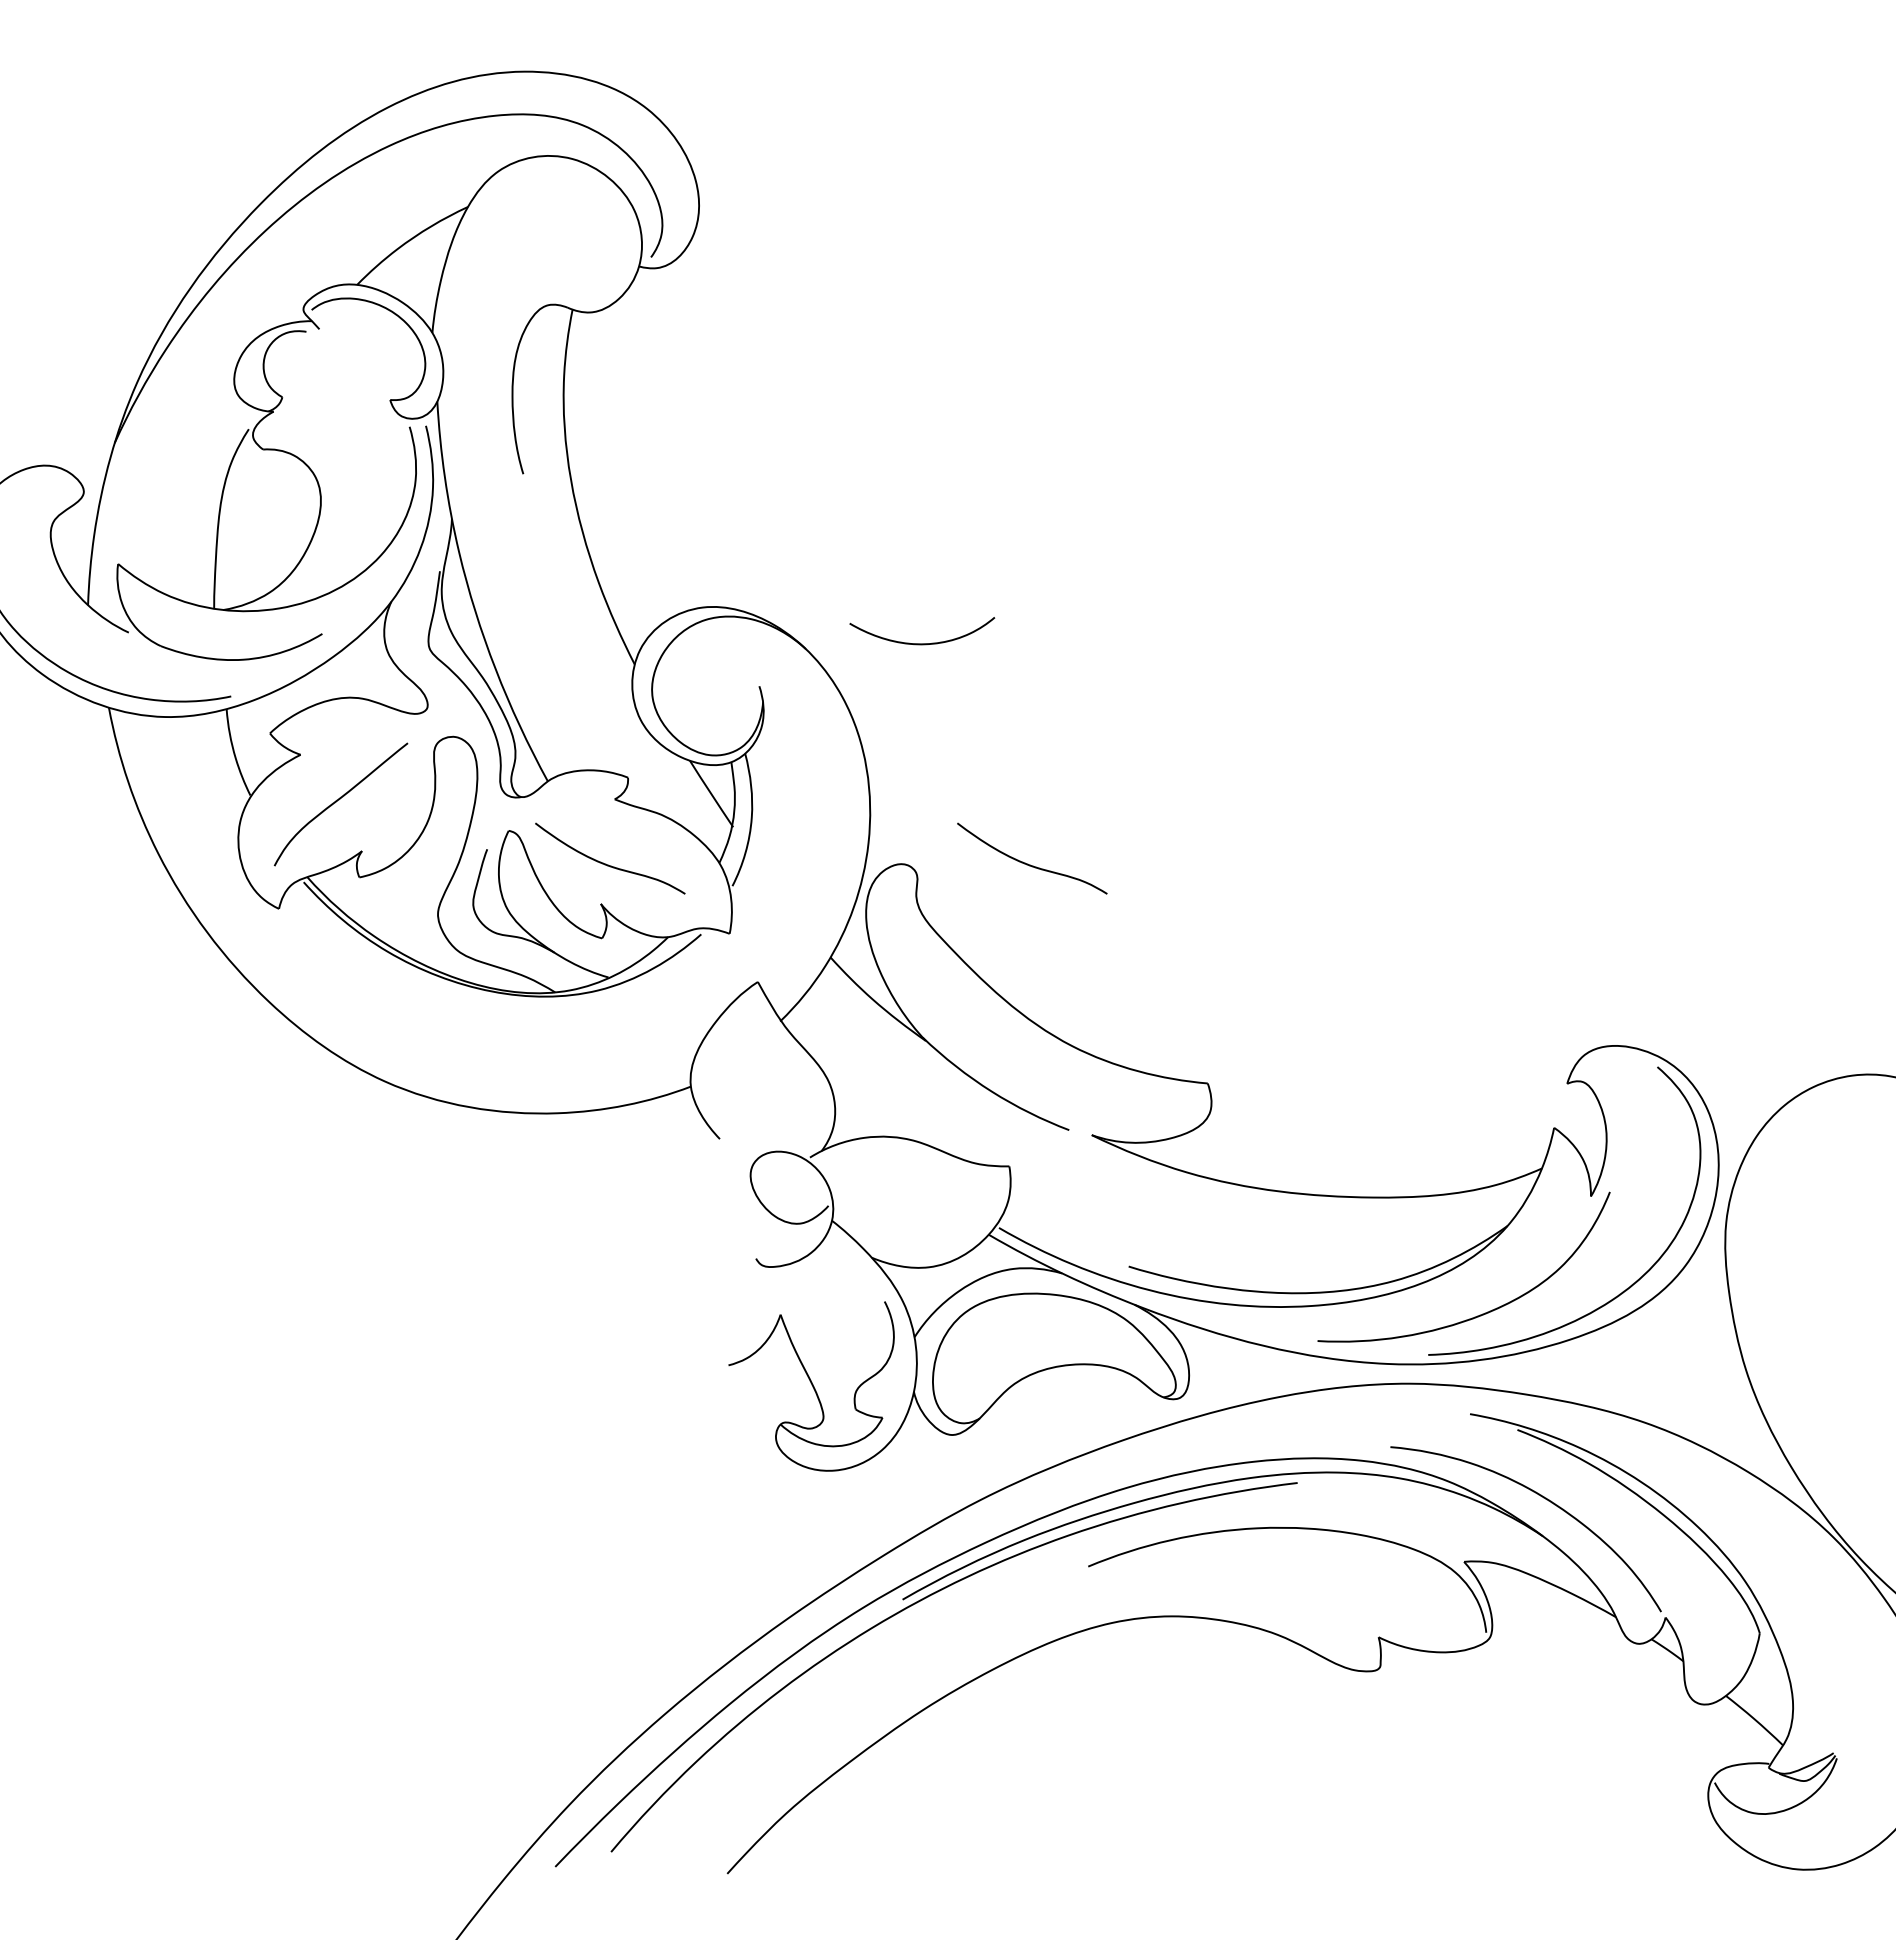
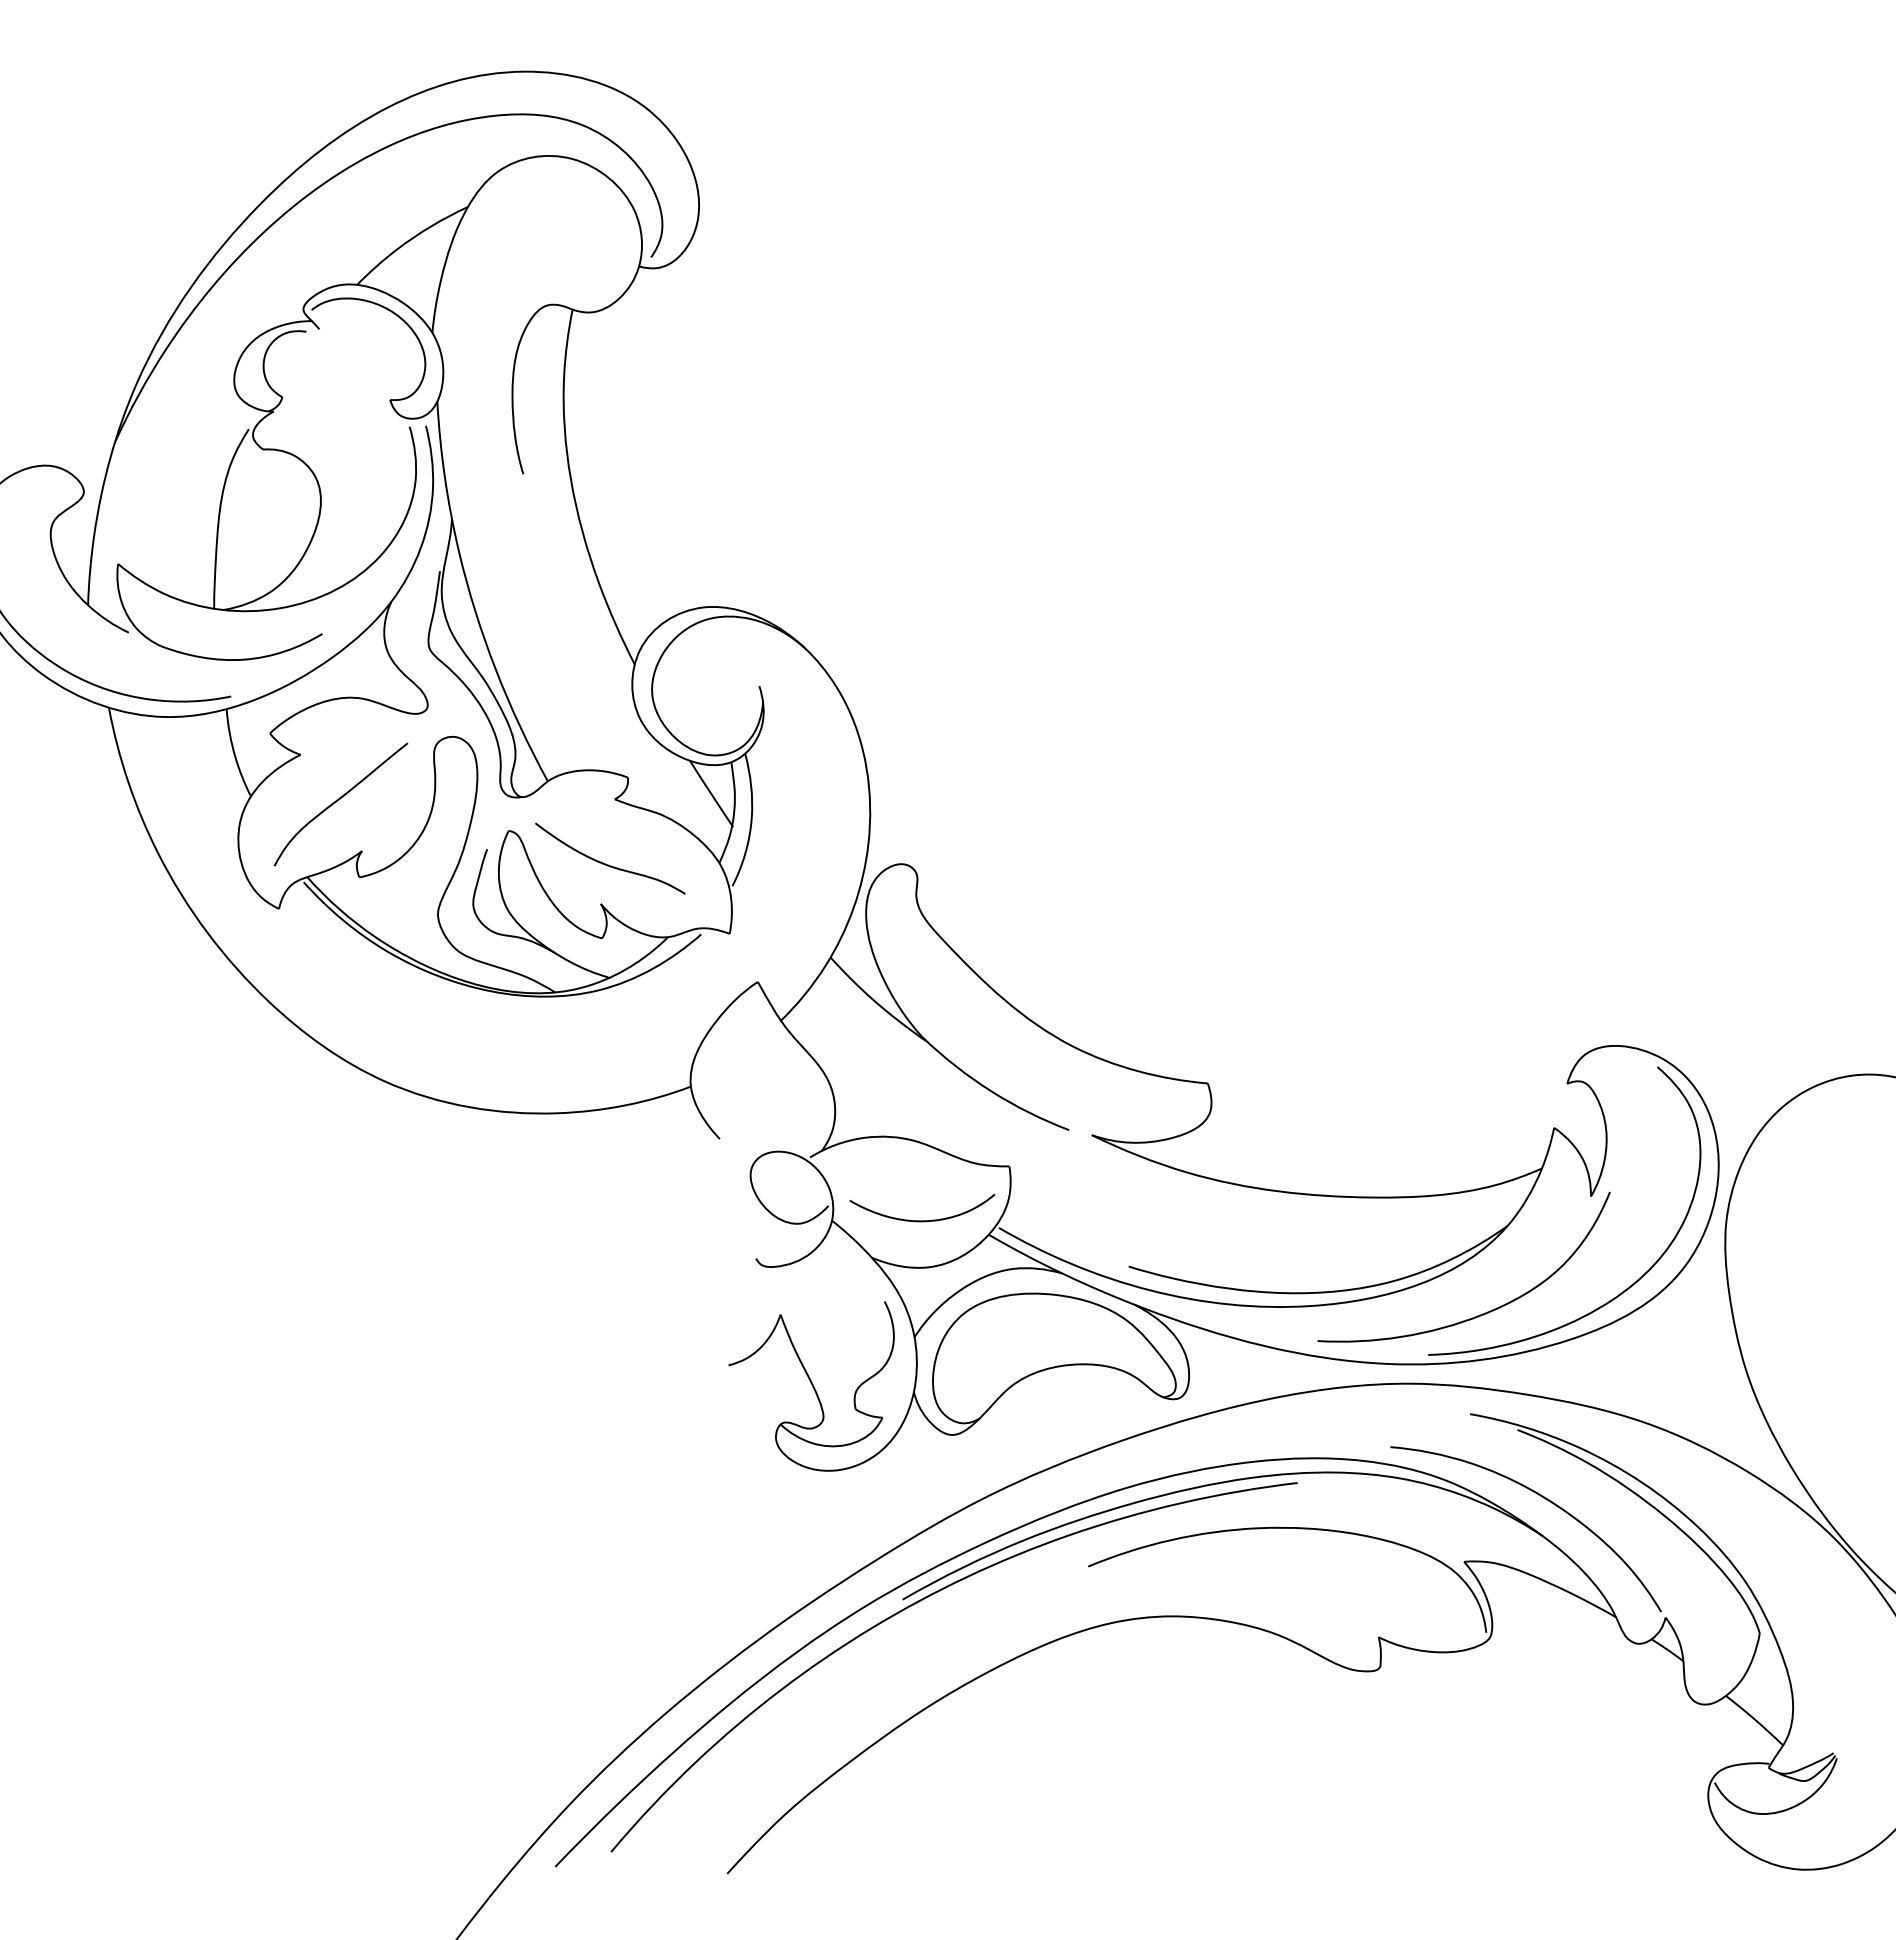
curve at (922, 643) position: (922, 643) -> (922, 1220)
curve at (1030, 864): present -> none
